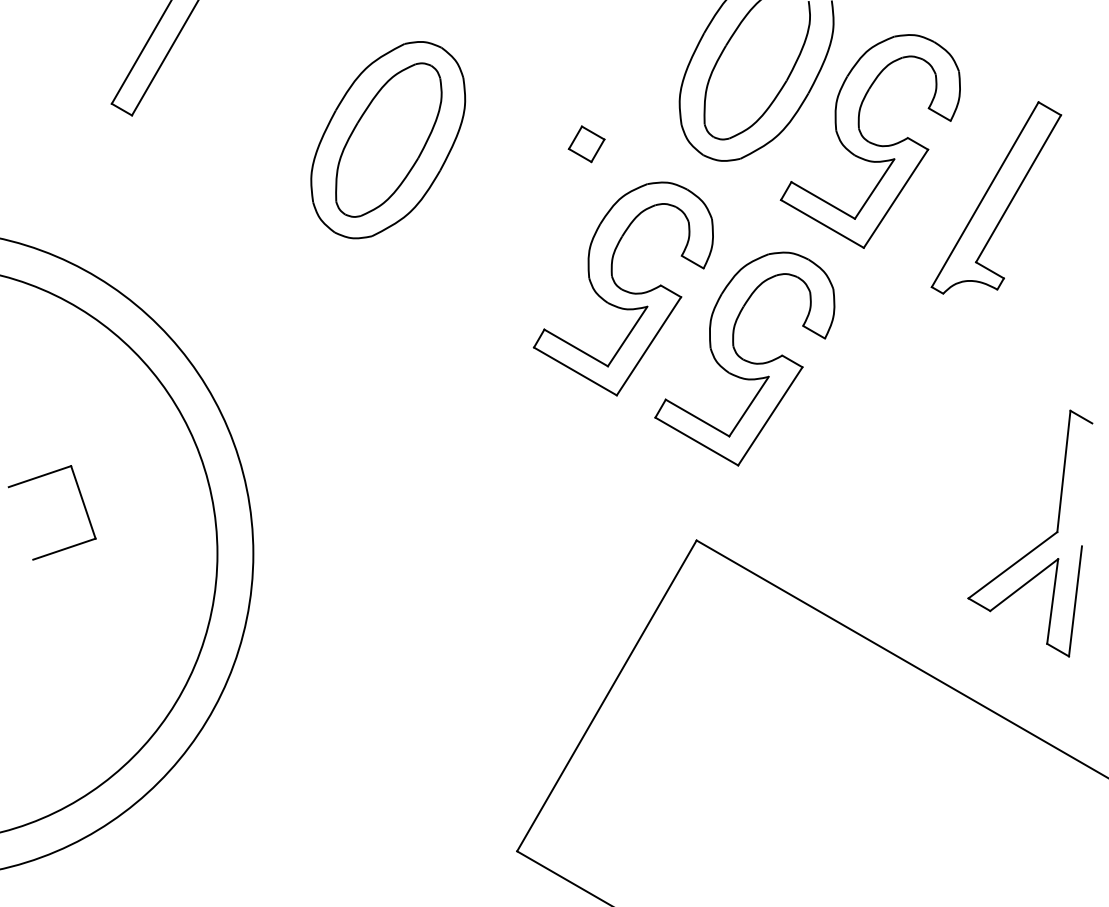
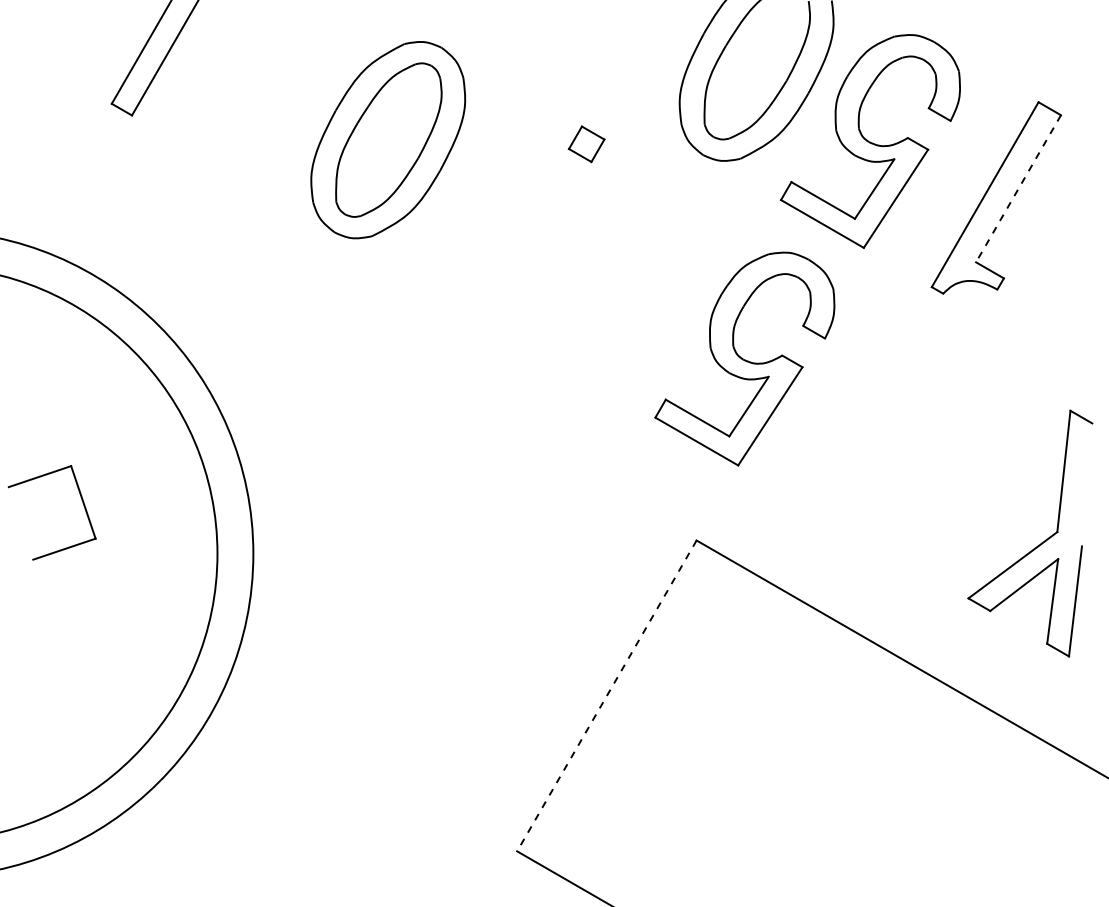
line at (1018, 188): solid -> dashed
part at (622, 288): present -> none
line at (606, 696): solid -> dashed
